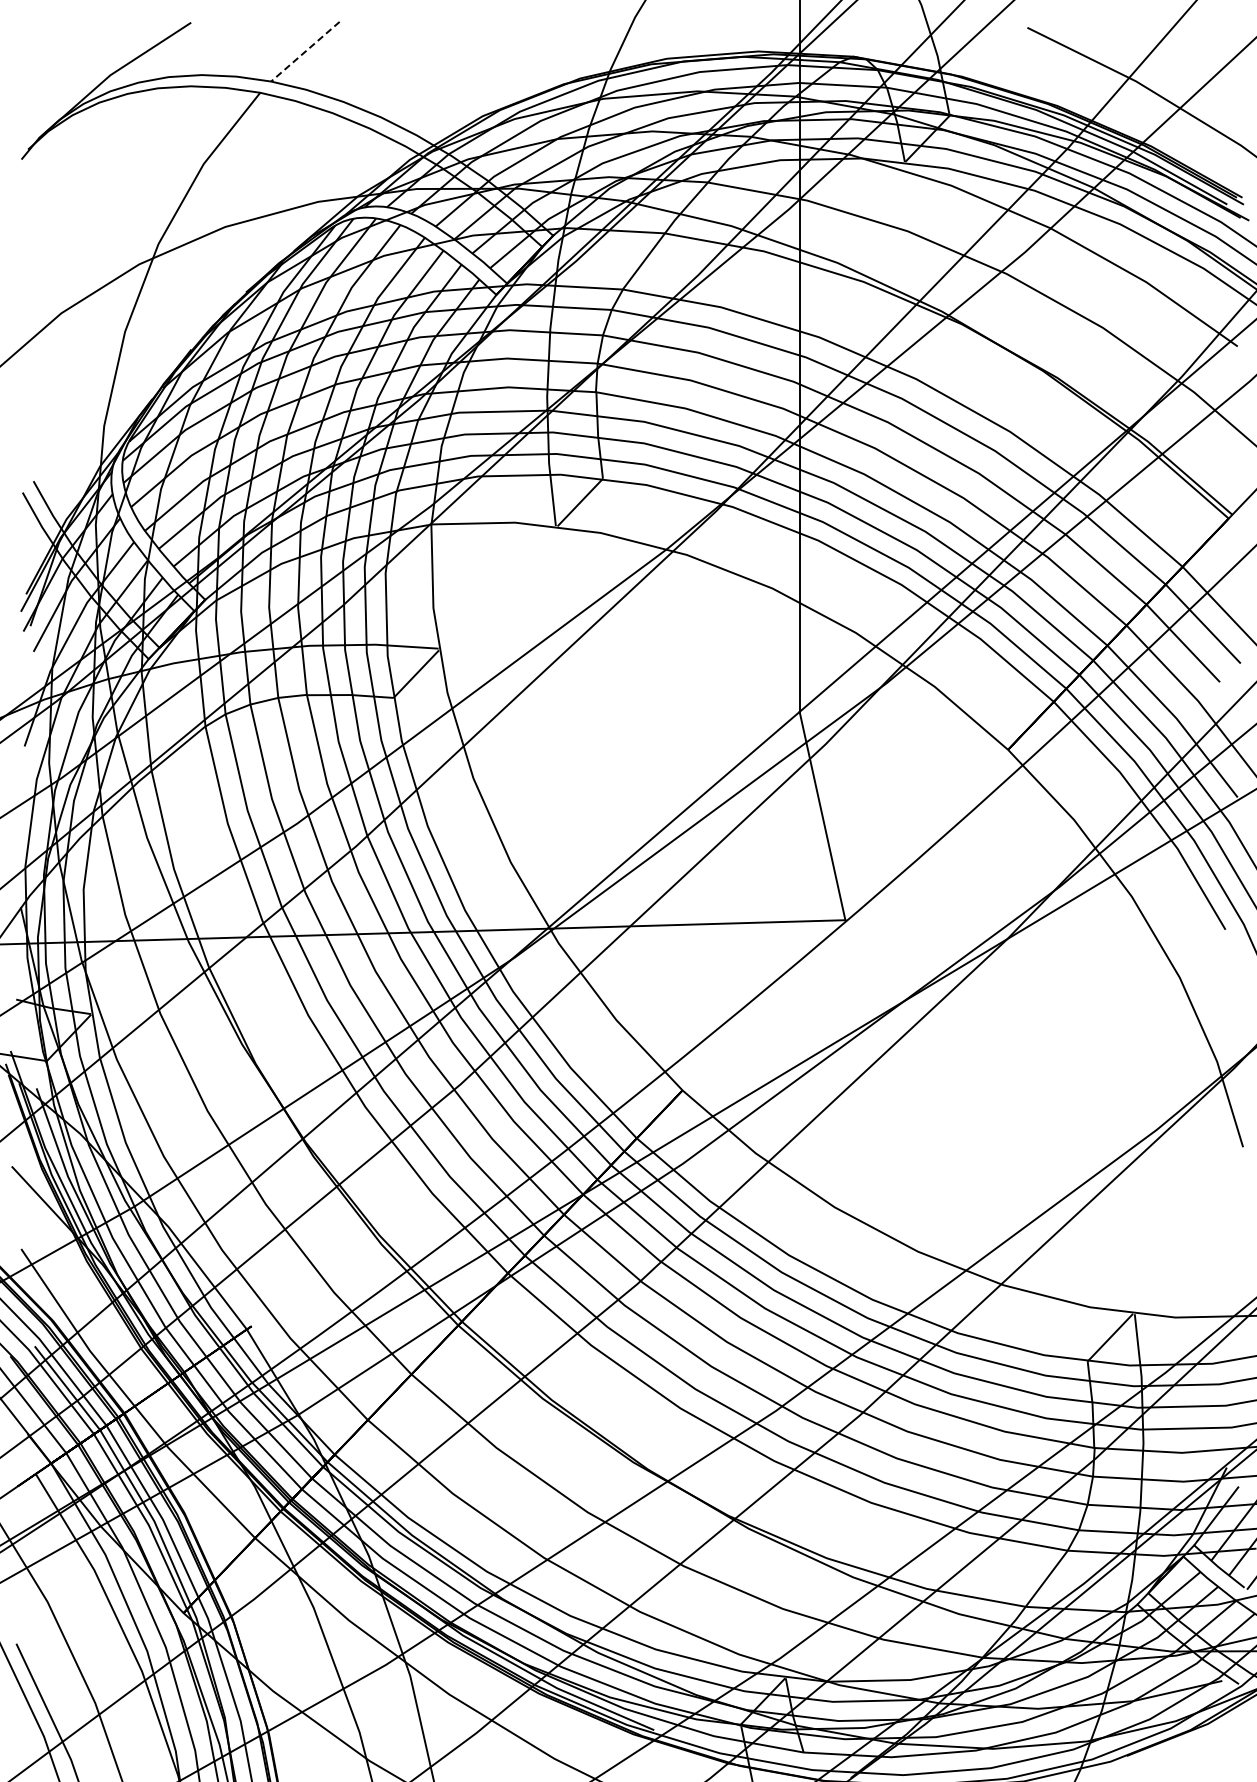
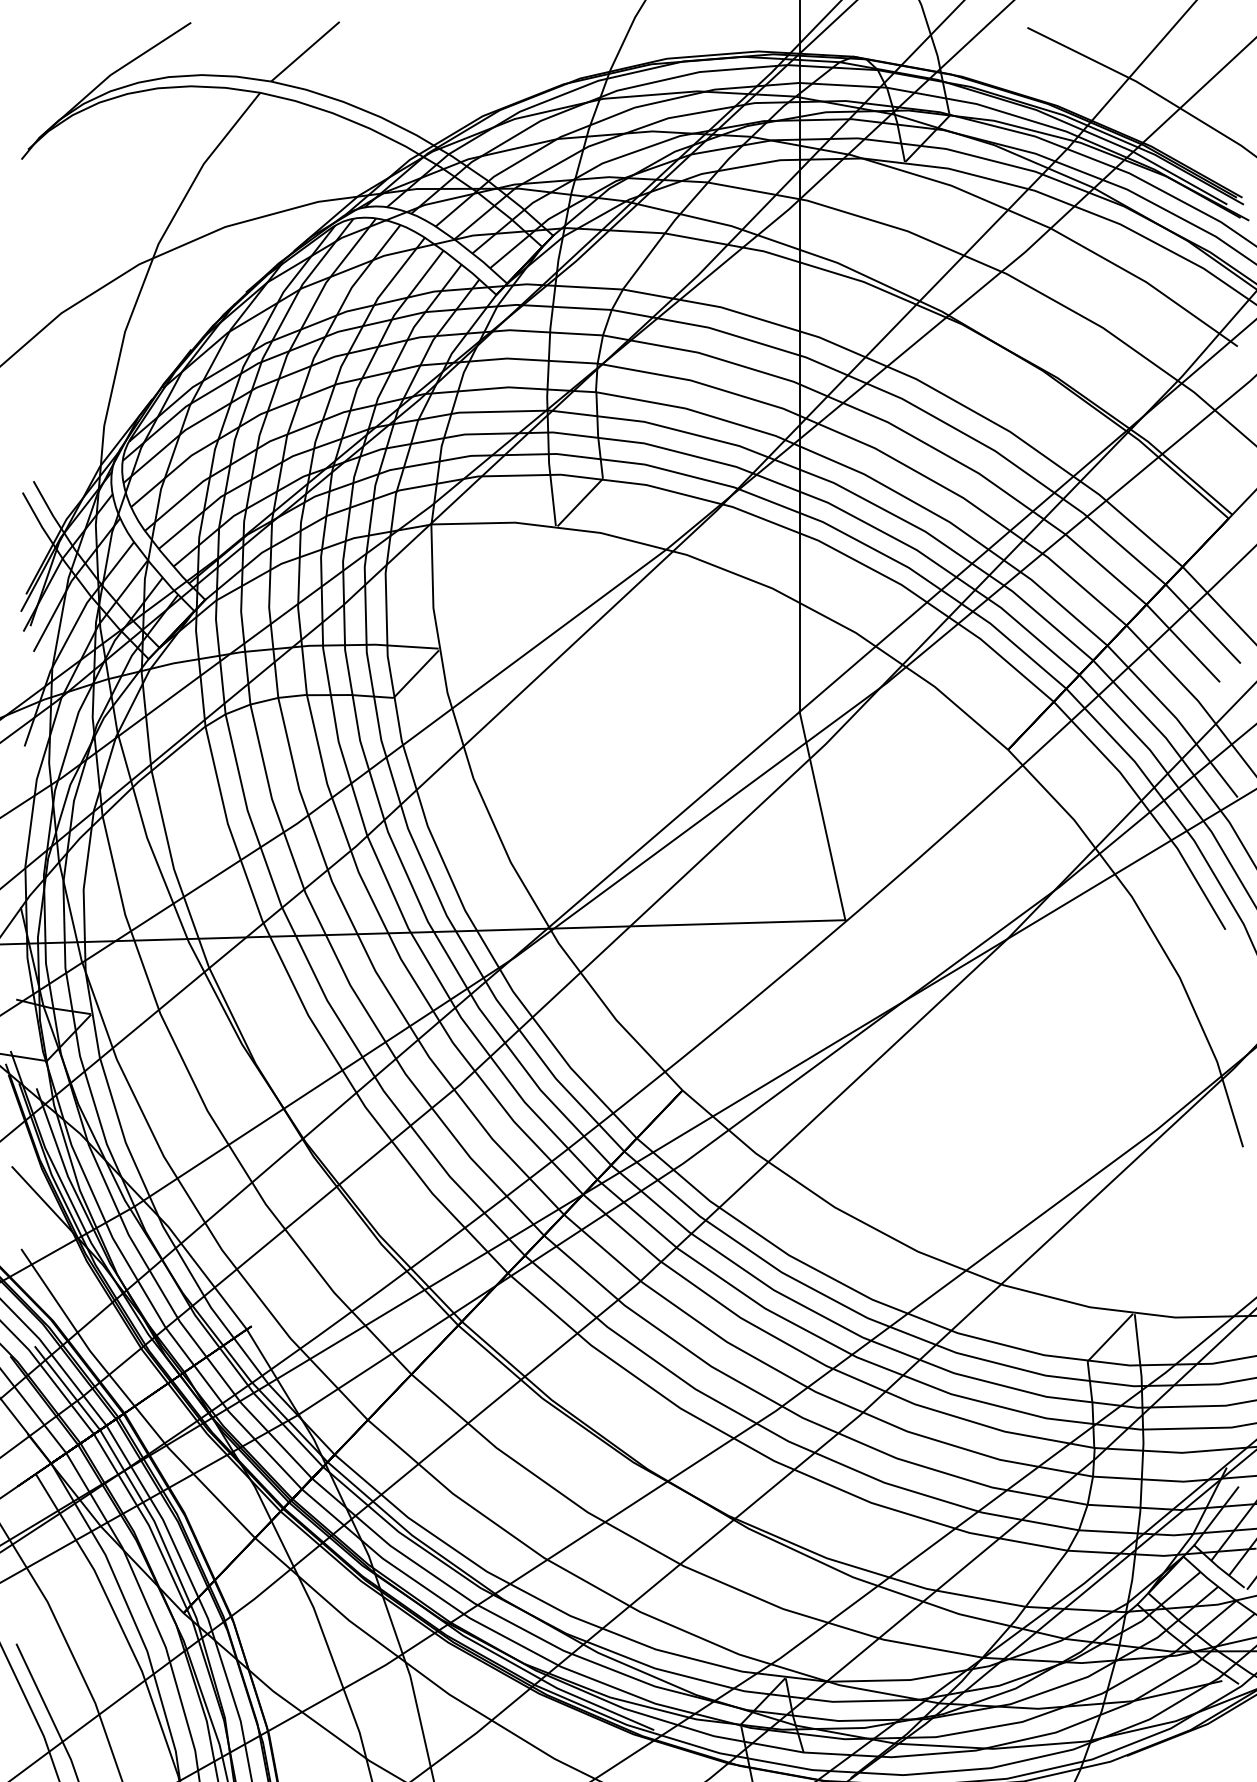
line at (305, 52): dashed -> solid
